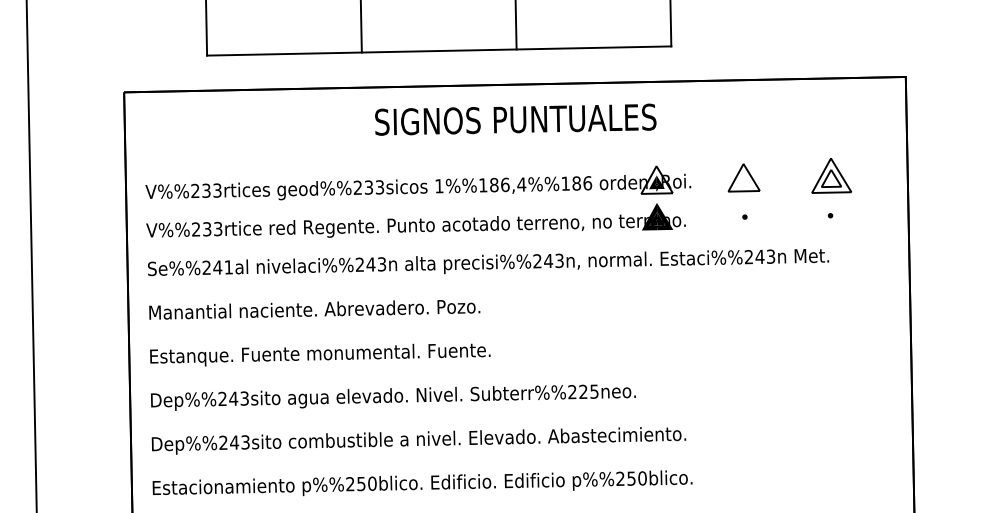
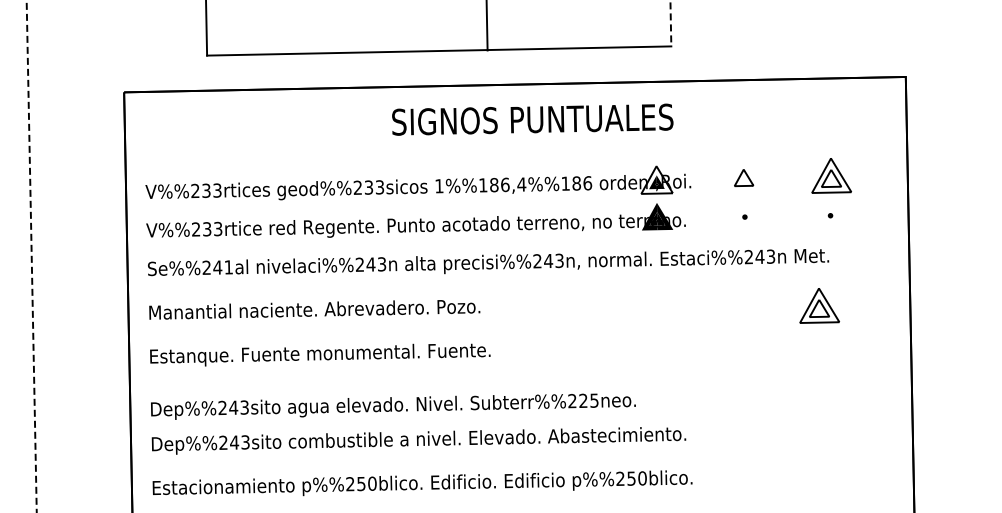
line at (670, 23): solid -> dashed
line at (515, 25) position: (515, 25) -> (486, 26)
line at (360, 27): present -> none
text at (515, 119) position: (515, 119) -> (532, 119)
part at (743, 177) size: 34x30 px -> 21x19 px
line at (31, 256): solid -> dashed
part at (819, 305): none -> present
text at (393, 397) position: (393, 397) -> (393, 406)
